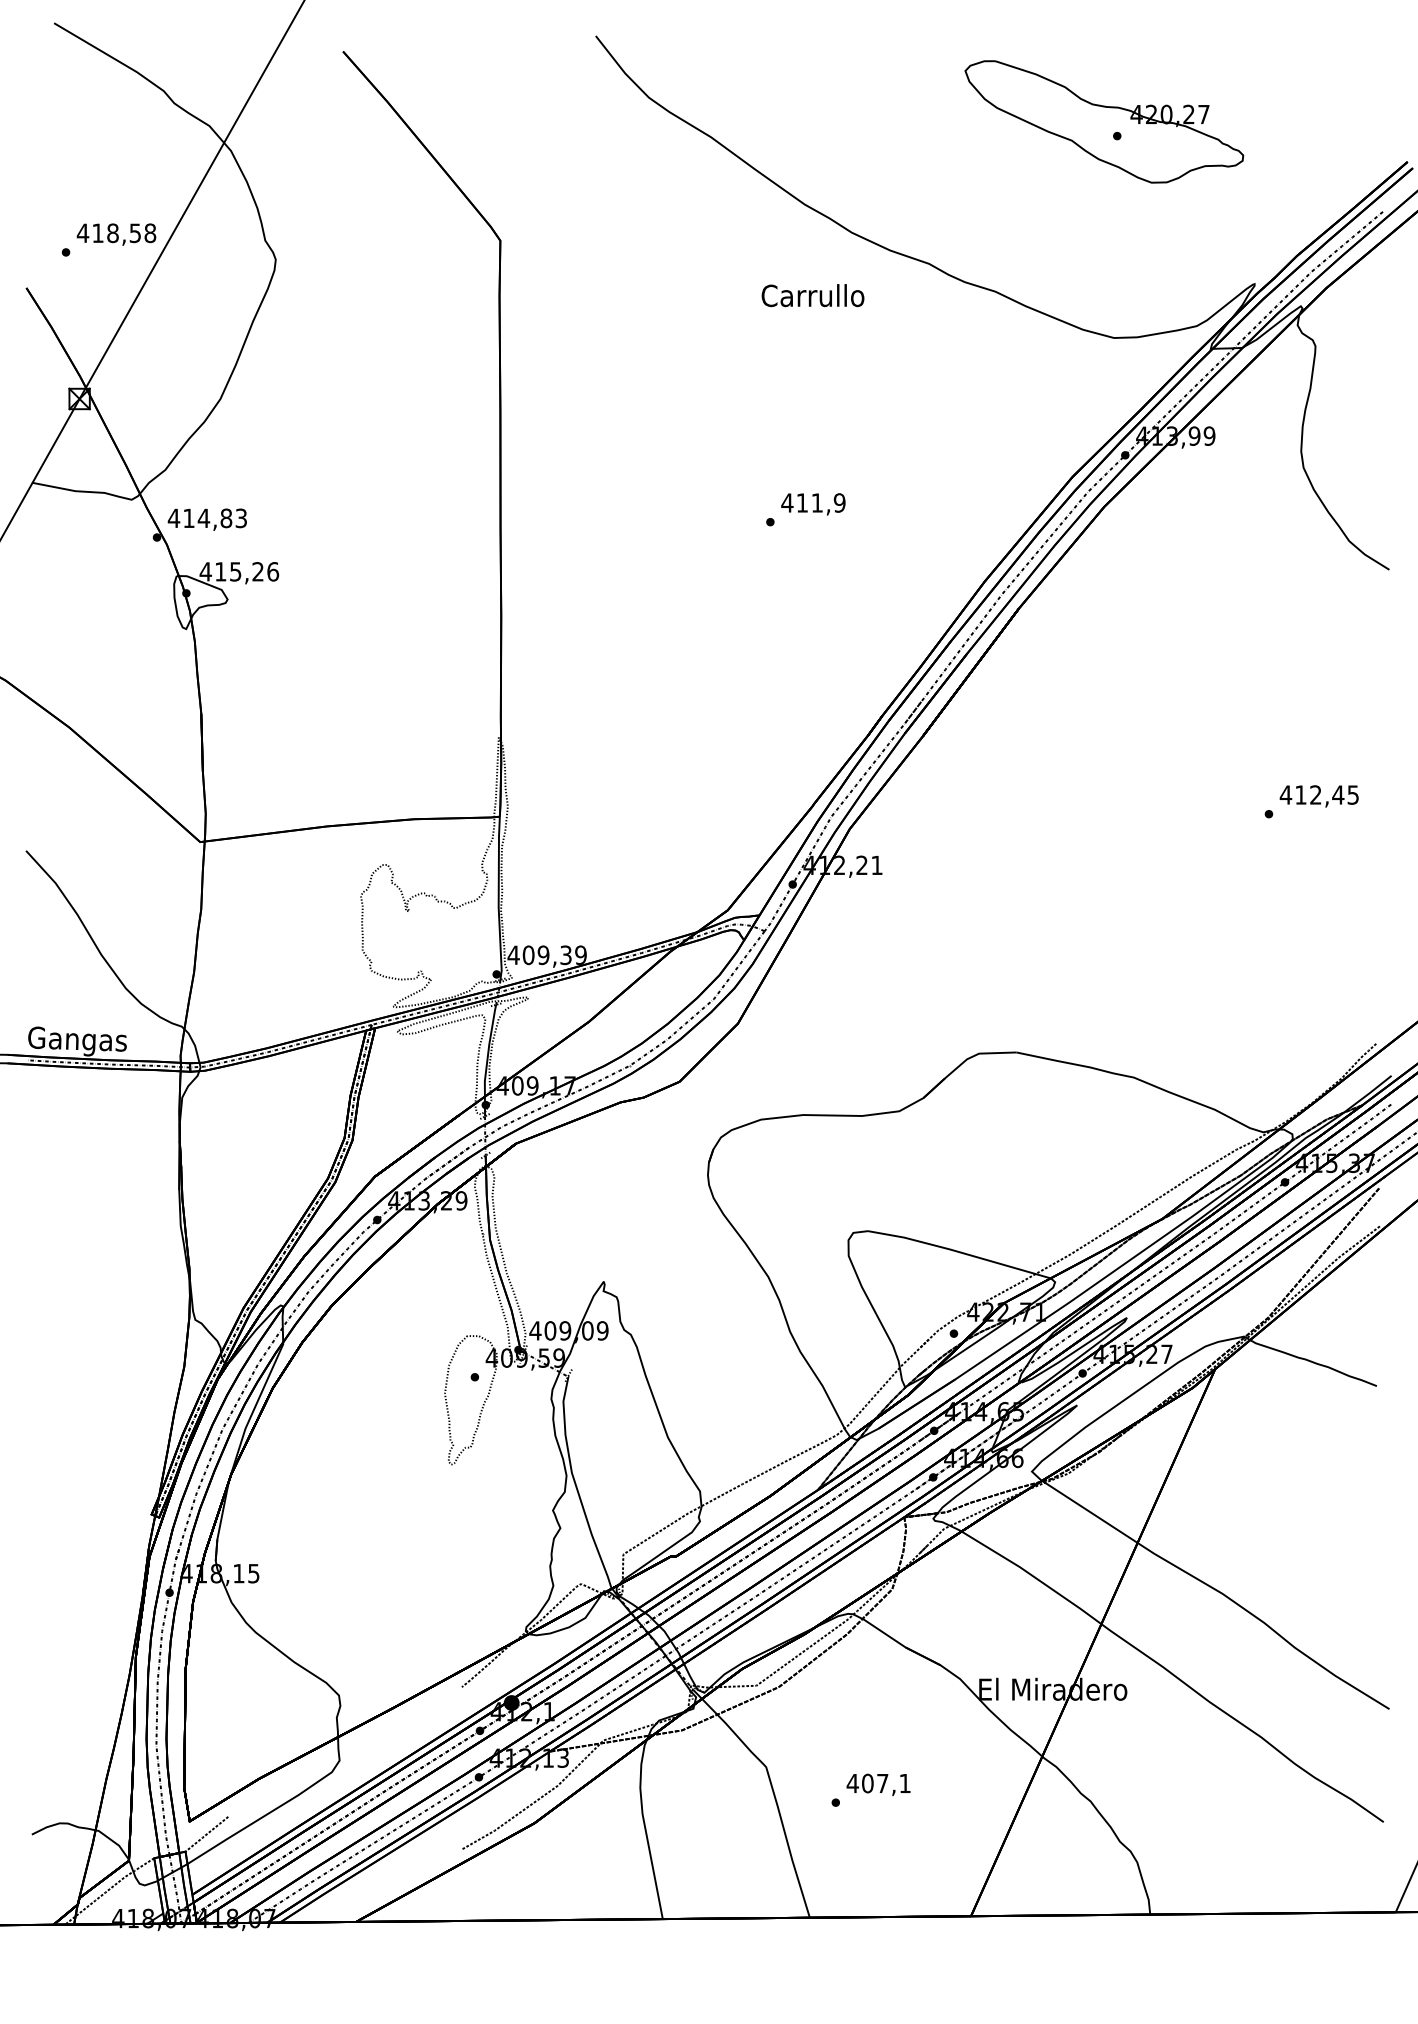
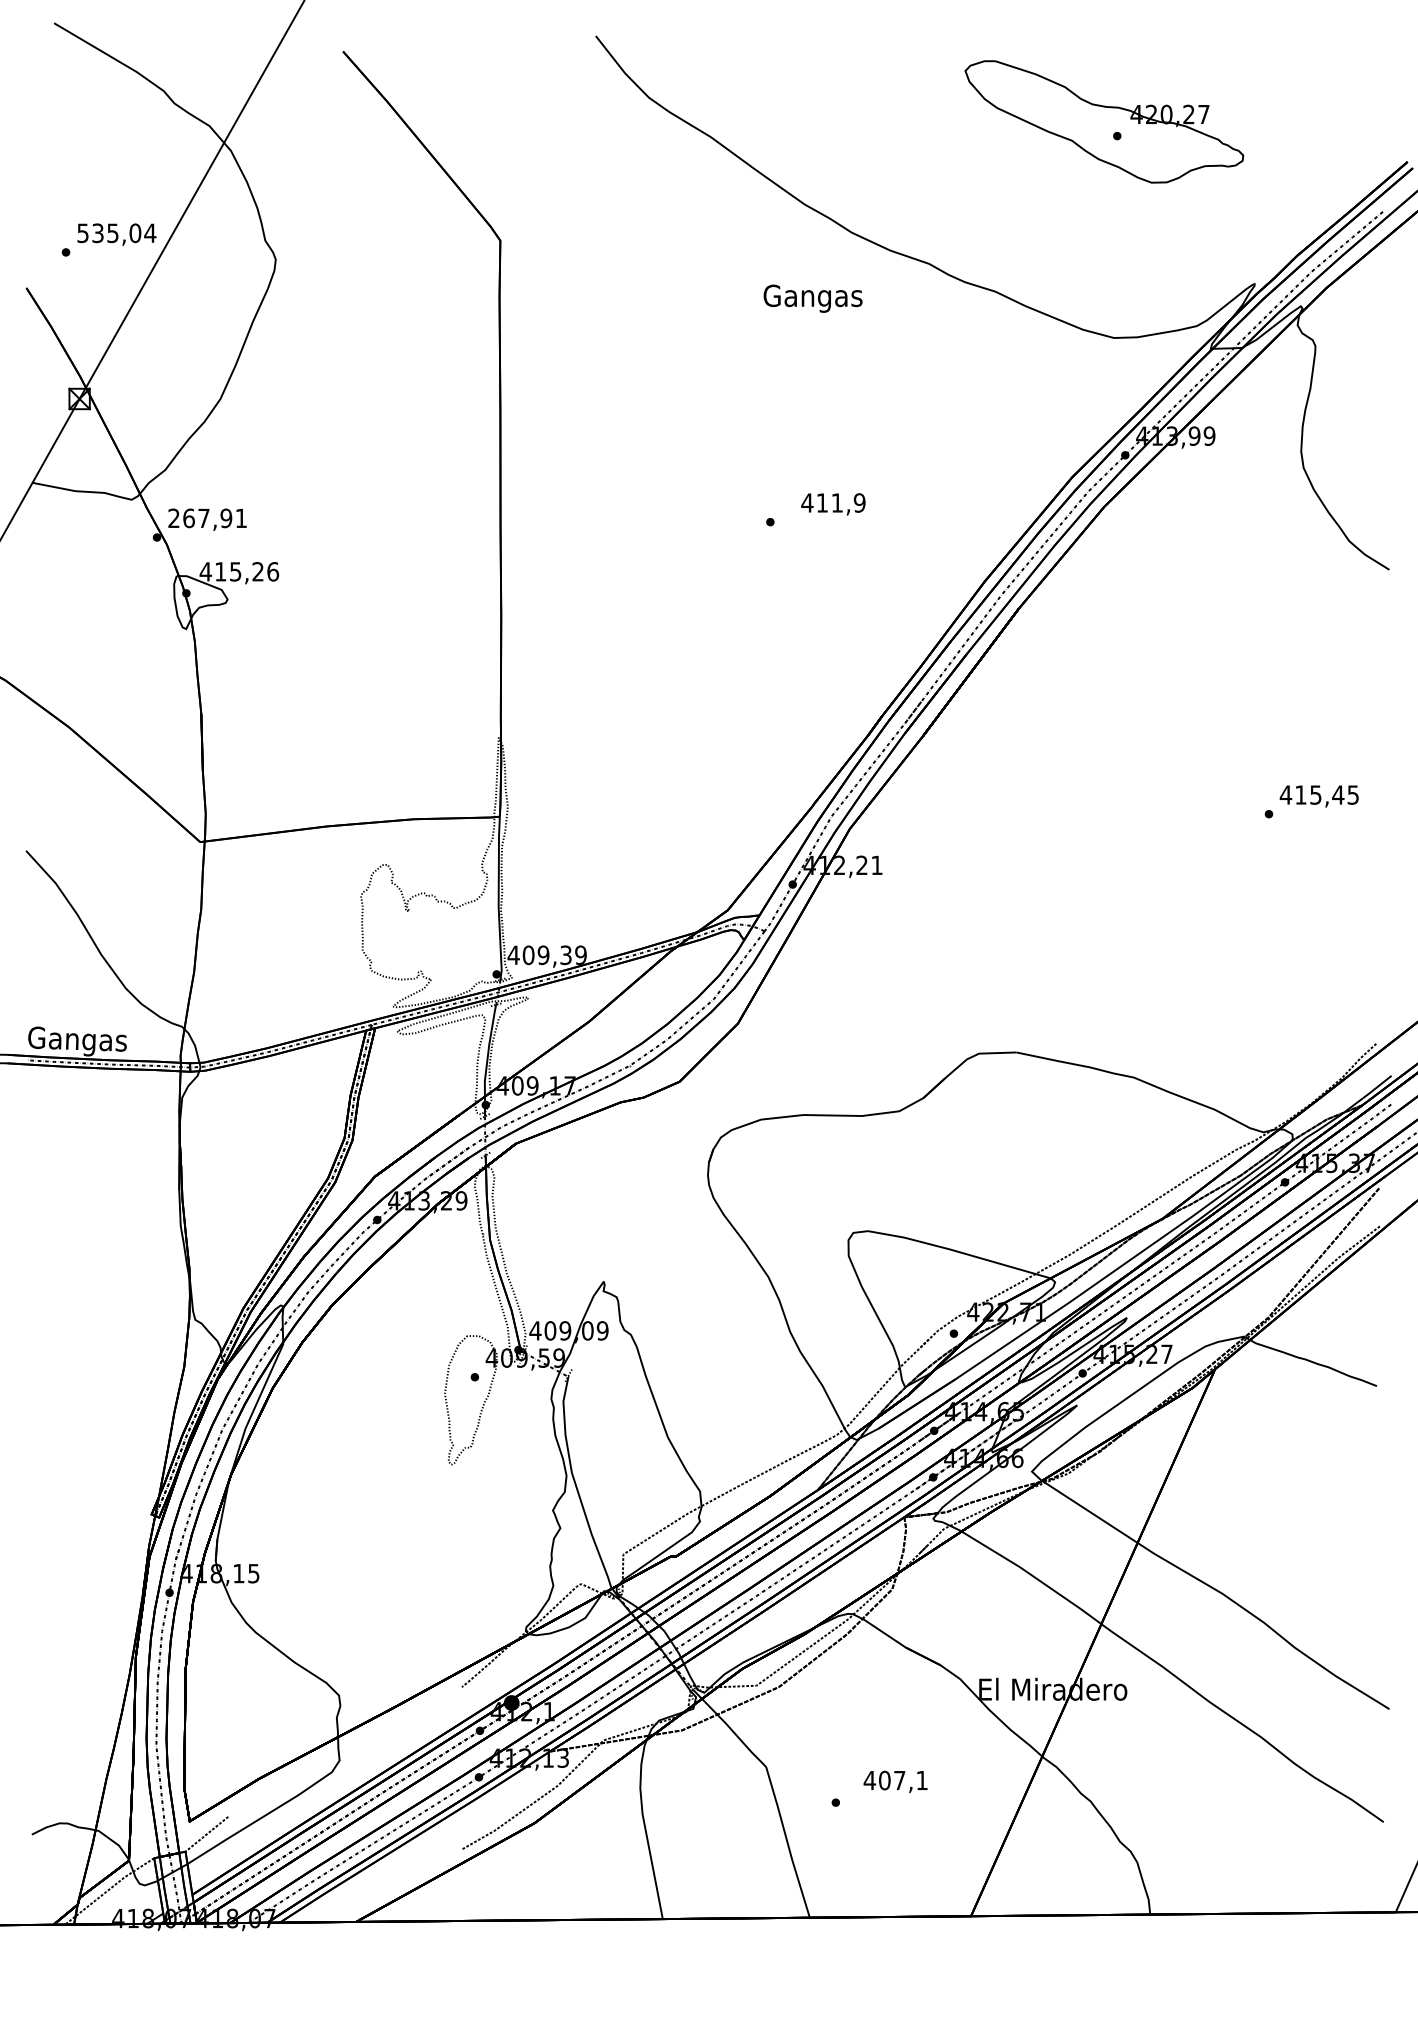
text at (116, 233): 418,58 -> 535,04
text at (812, 298): Carrullo -> Gangas
text at (813, 504) position: (813, 504) -> (833, 504)
text at (206, 518): 414,83 -> 267,91
text at (1315, 794): 412,45 -> 415,45
text at (878, 1784) position: (878, 1784) -> (895, 1781)
